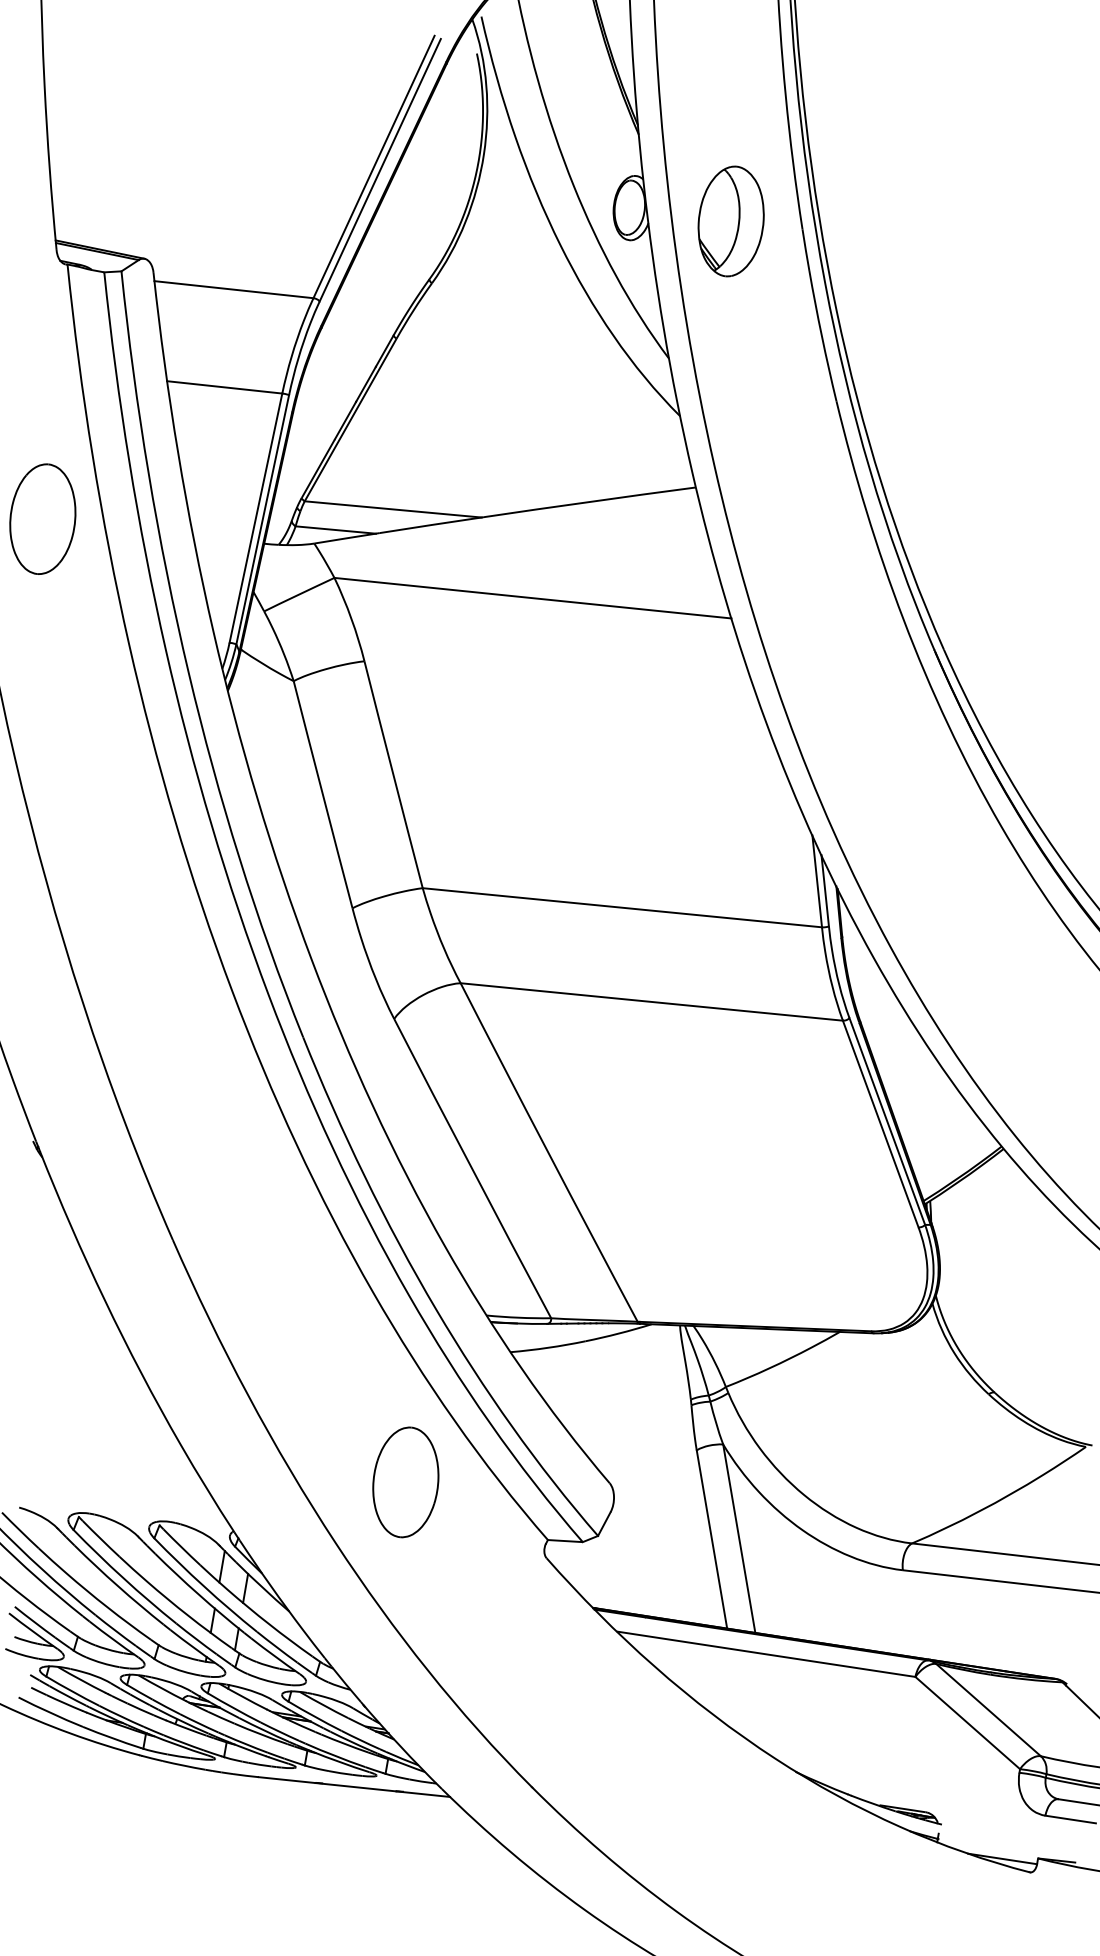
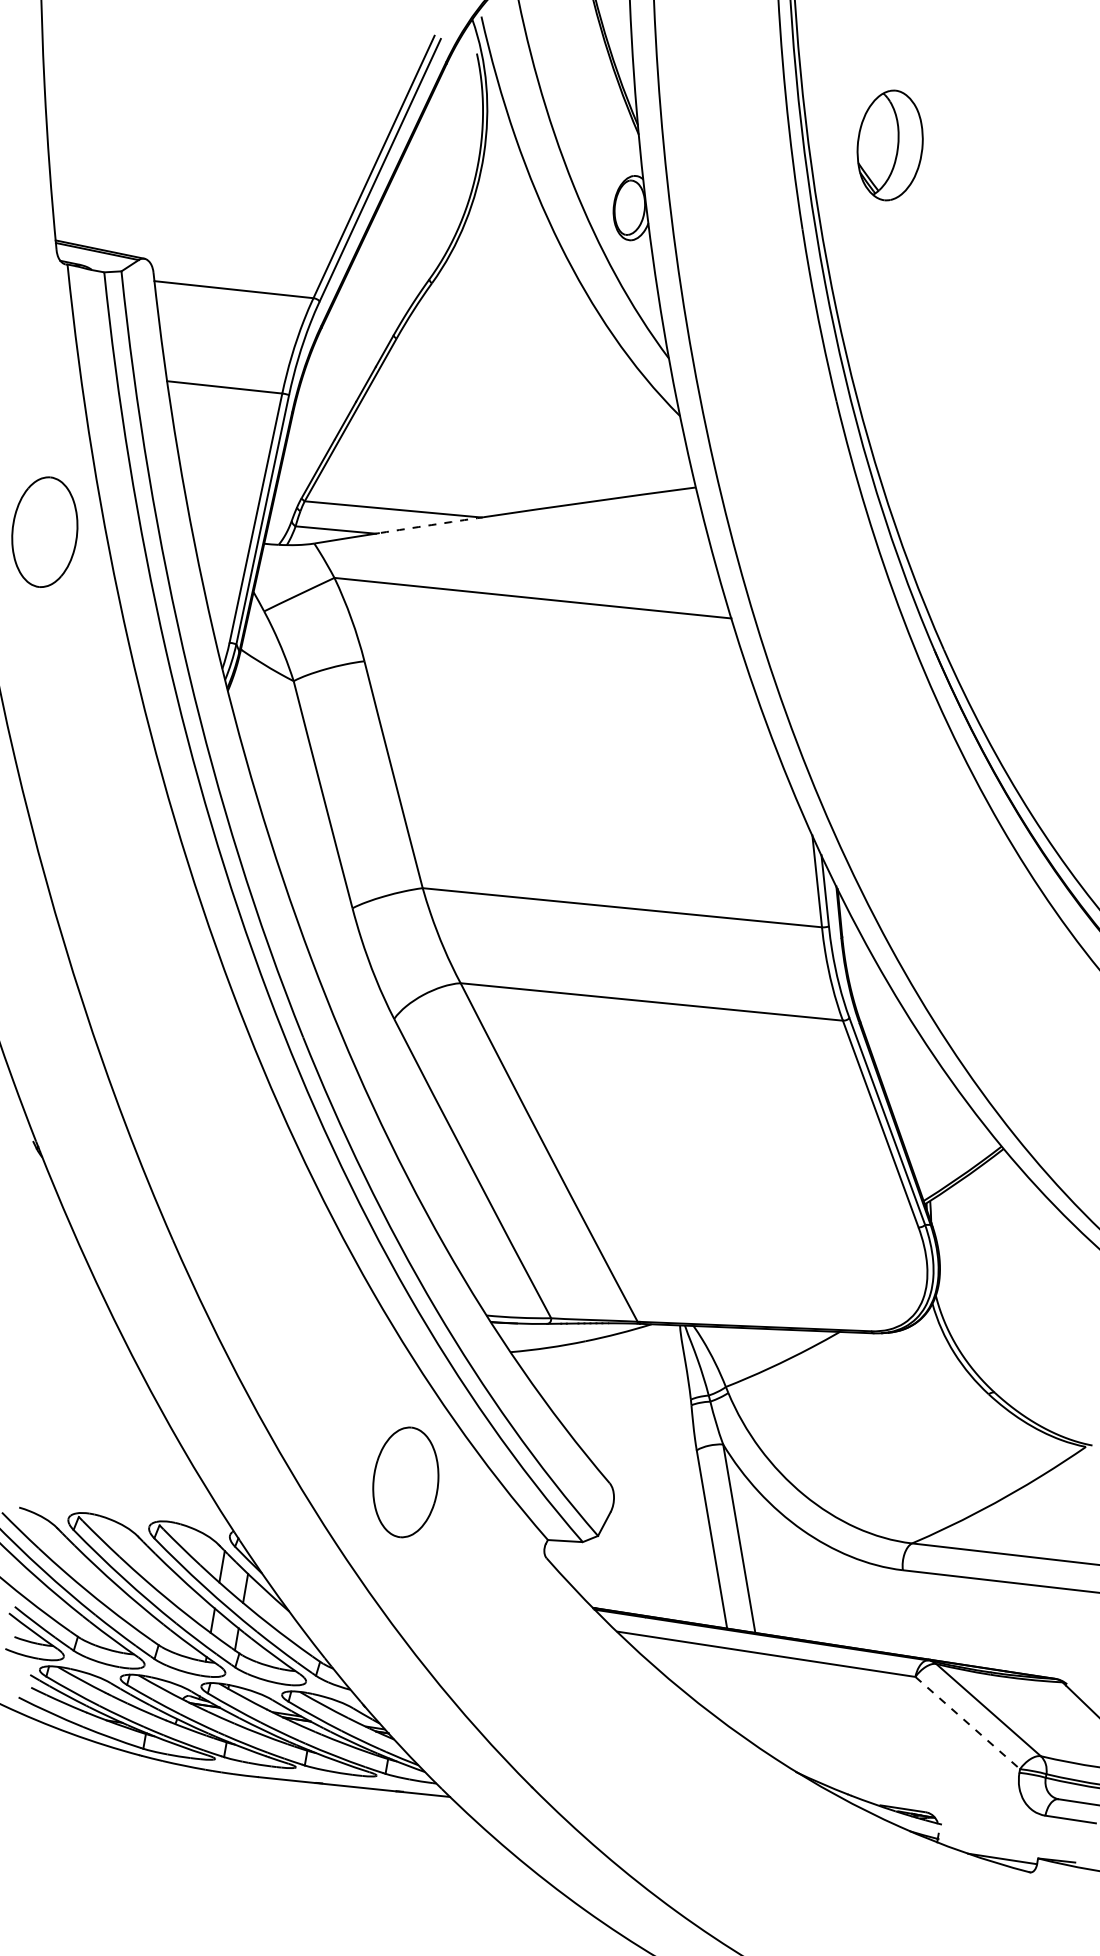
part at (730, 221) position: (730, 221) -> (889, 145)
part at (42, 518) position: (42, 518) -> (44, 531)
arc at (431, 525): solid -> dashed
line at (967, 1723): solid -> dashed
